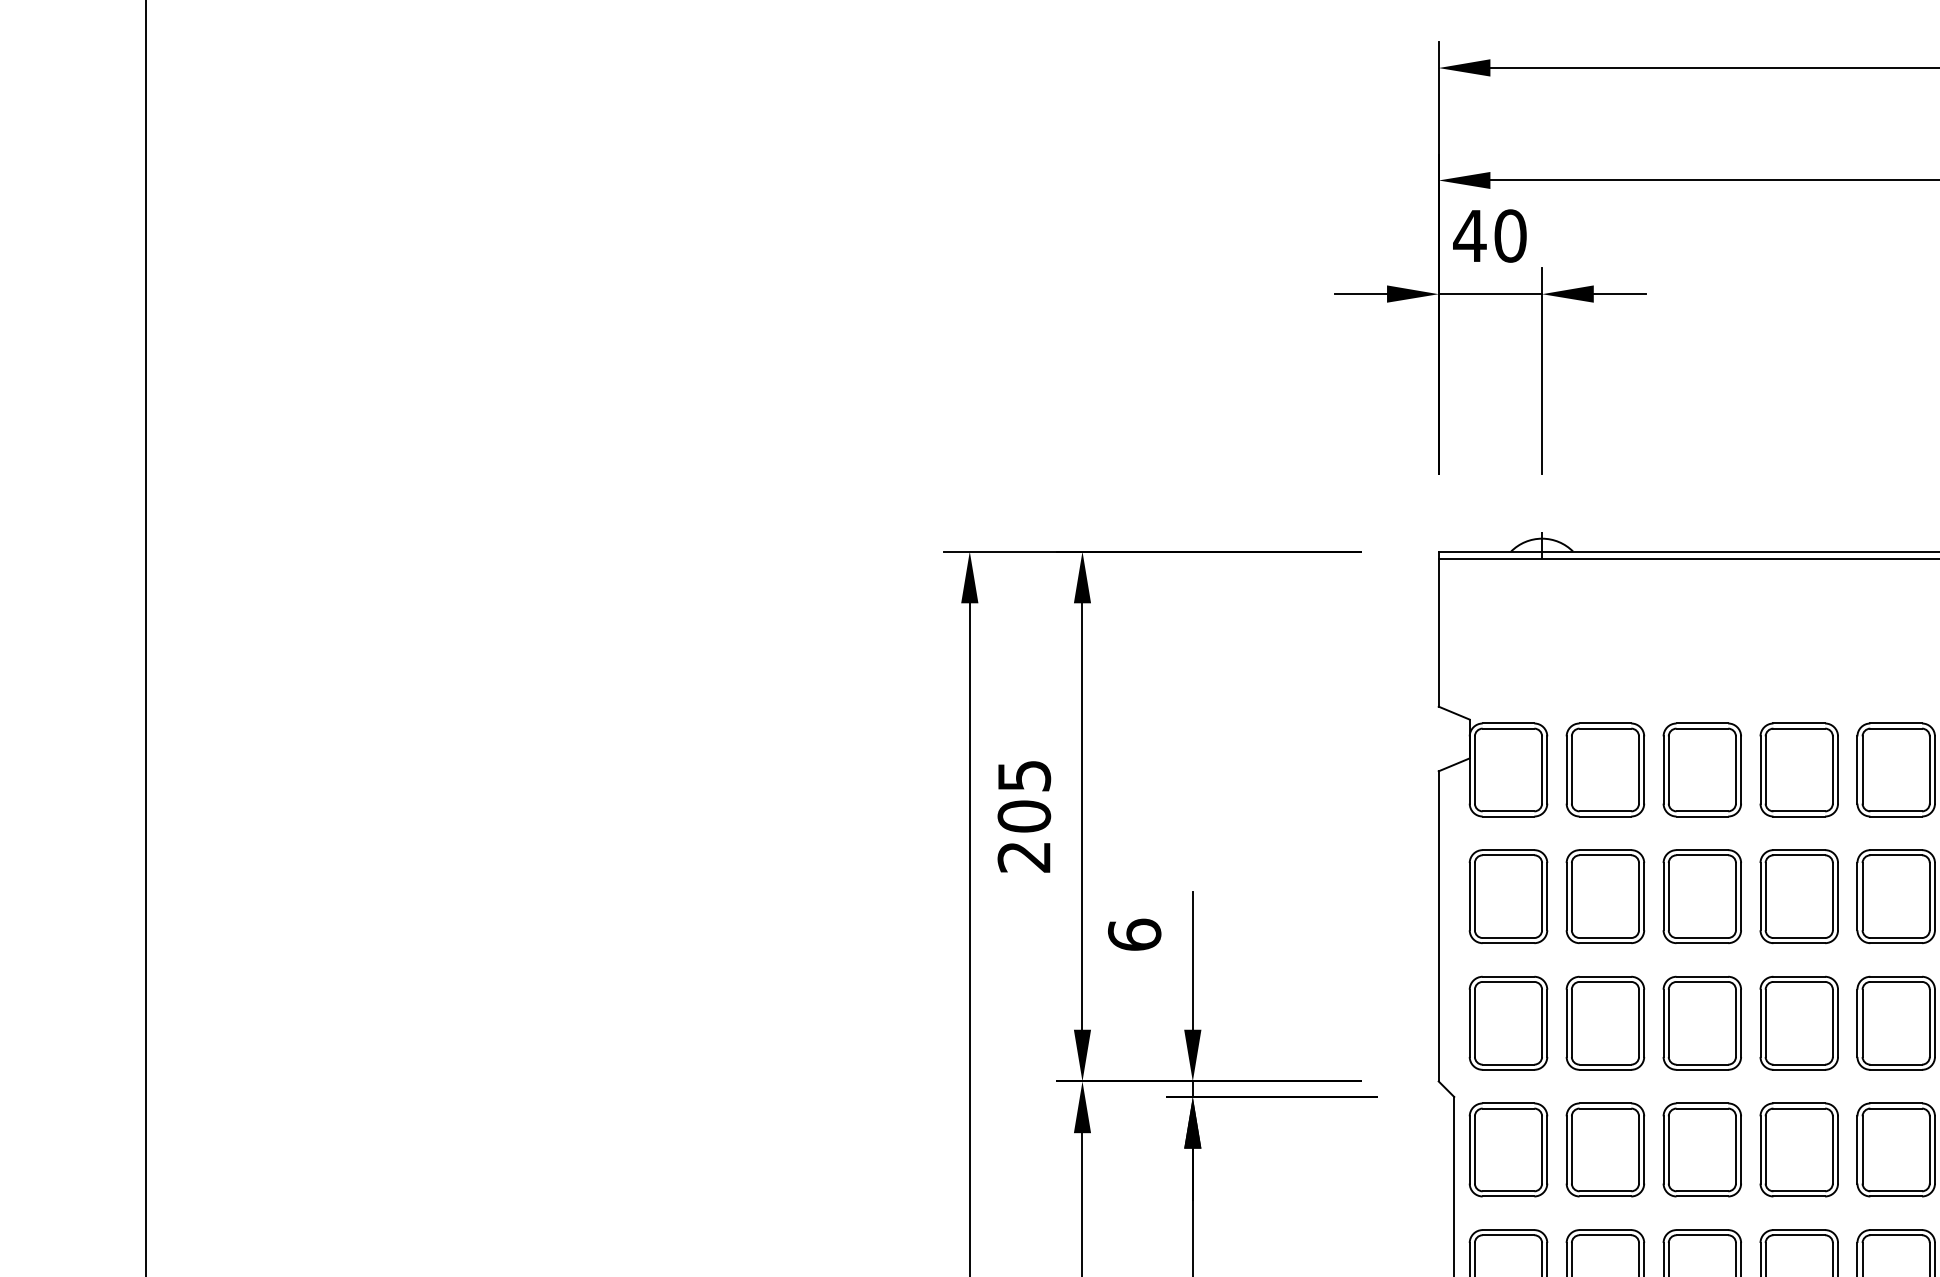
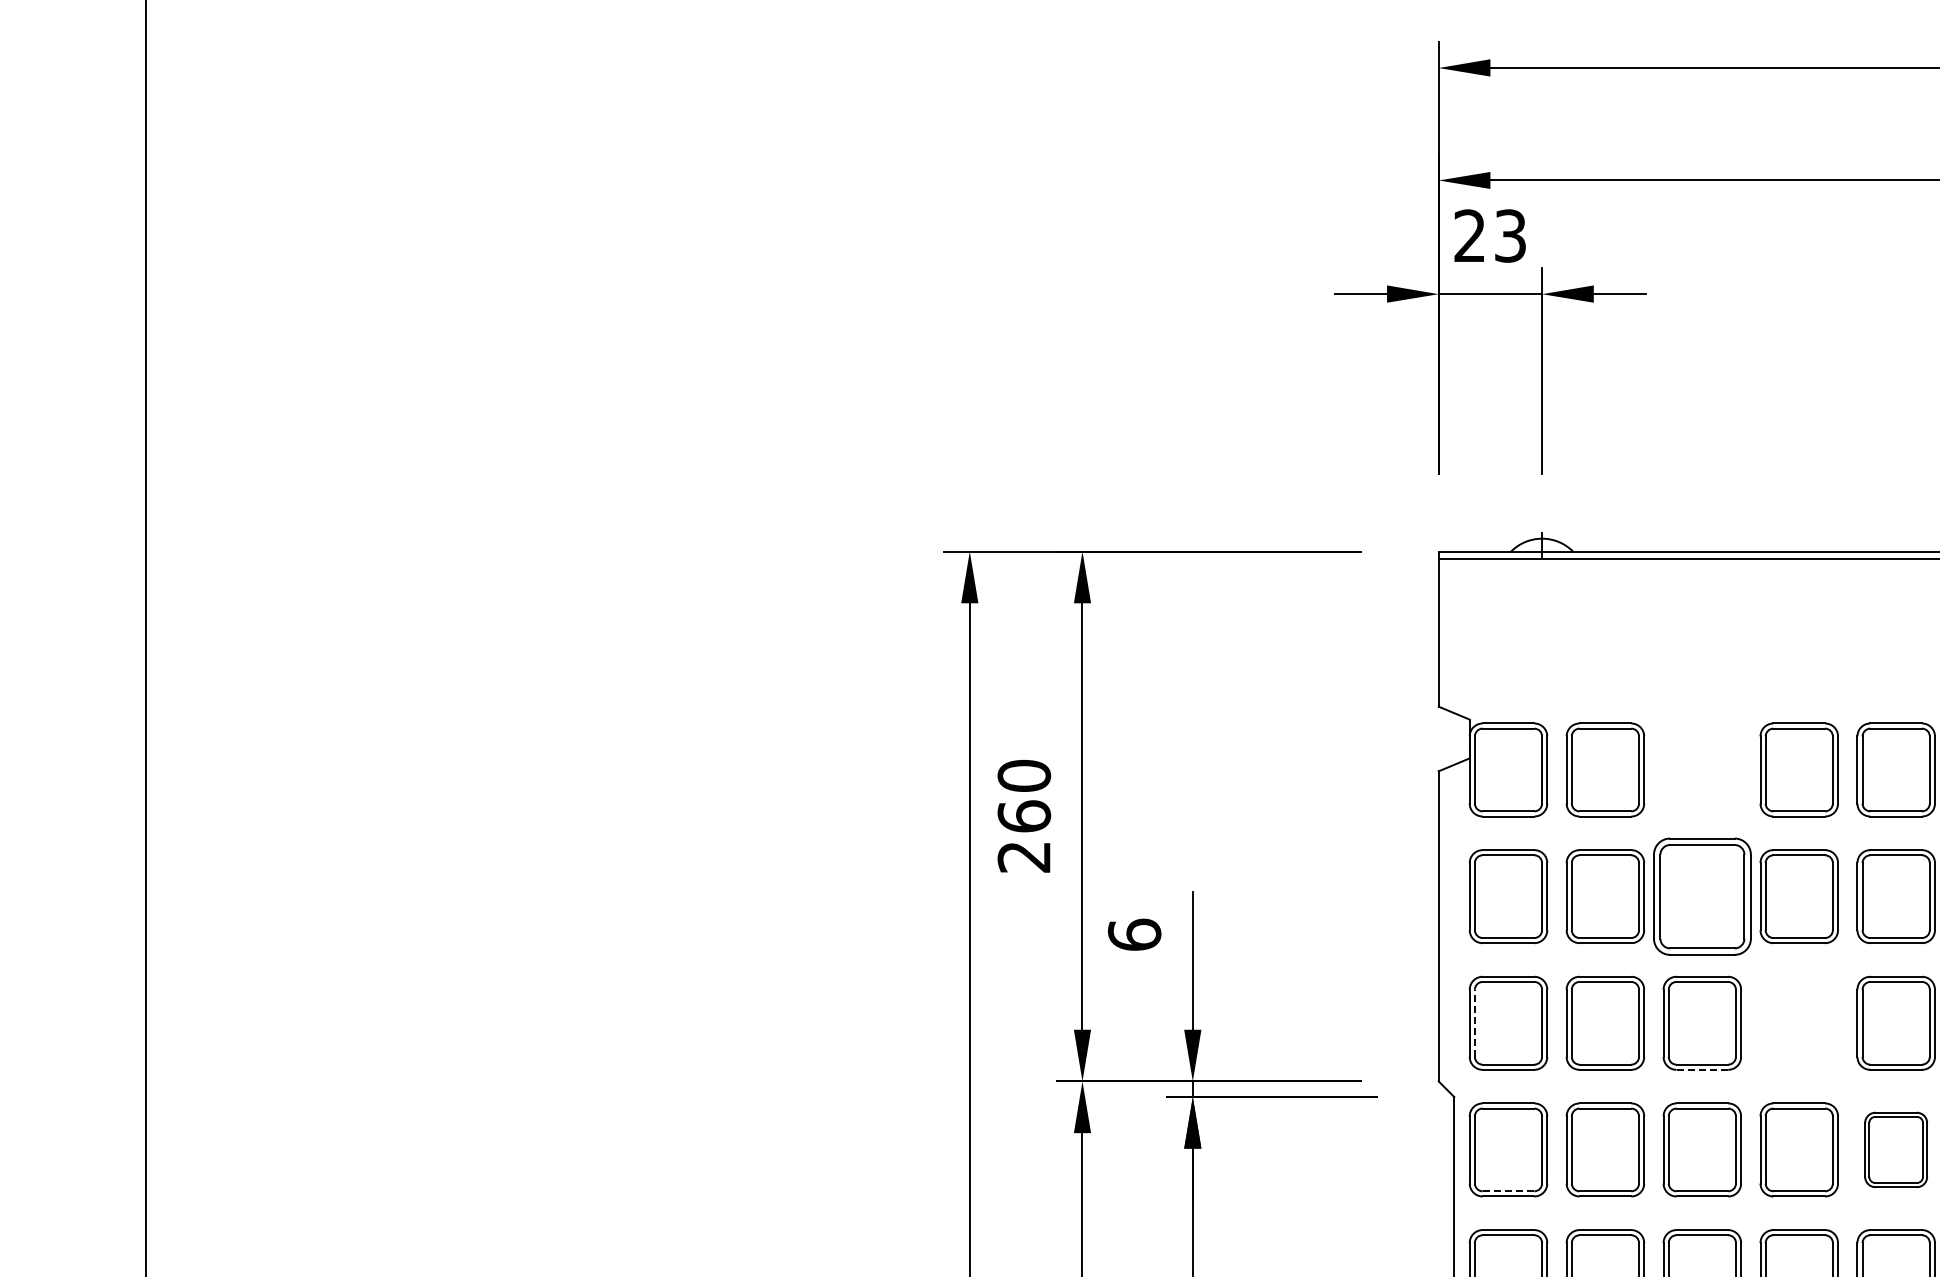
text at (1489, 235): 40 -> 23
part at (1701, 769): present -> none
text at (1024, 795): 205 -> 260
part at (1701, 896) size: 80x95 px -> 99x119 px
part at (1798, 1022): present -> none
line at (1474, 1023): solid -> dashed
line at (1702, 1069): solid -> dashed
part at (1895, 1149) size: 80x96 px -> 65x77 px
line at (1508, 1191): solid -> dashed
